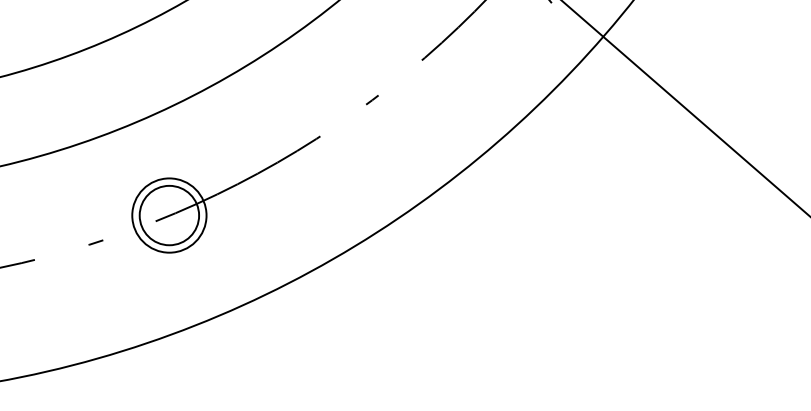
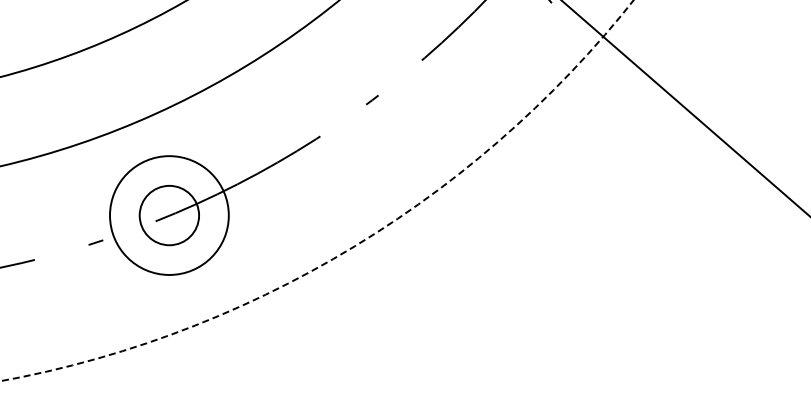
circle at (316, 190): solid -> dashed
circle at (169, 215) diameter: 74 px -> 119 px
